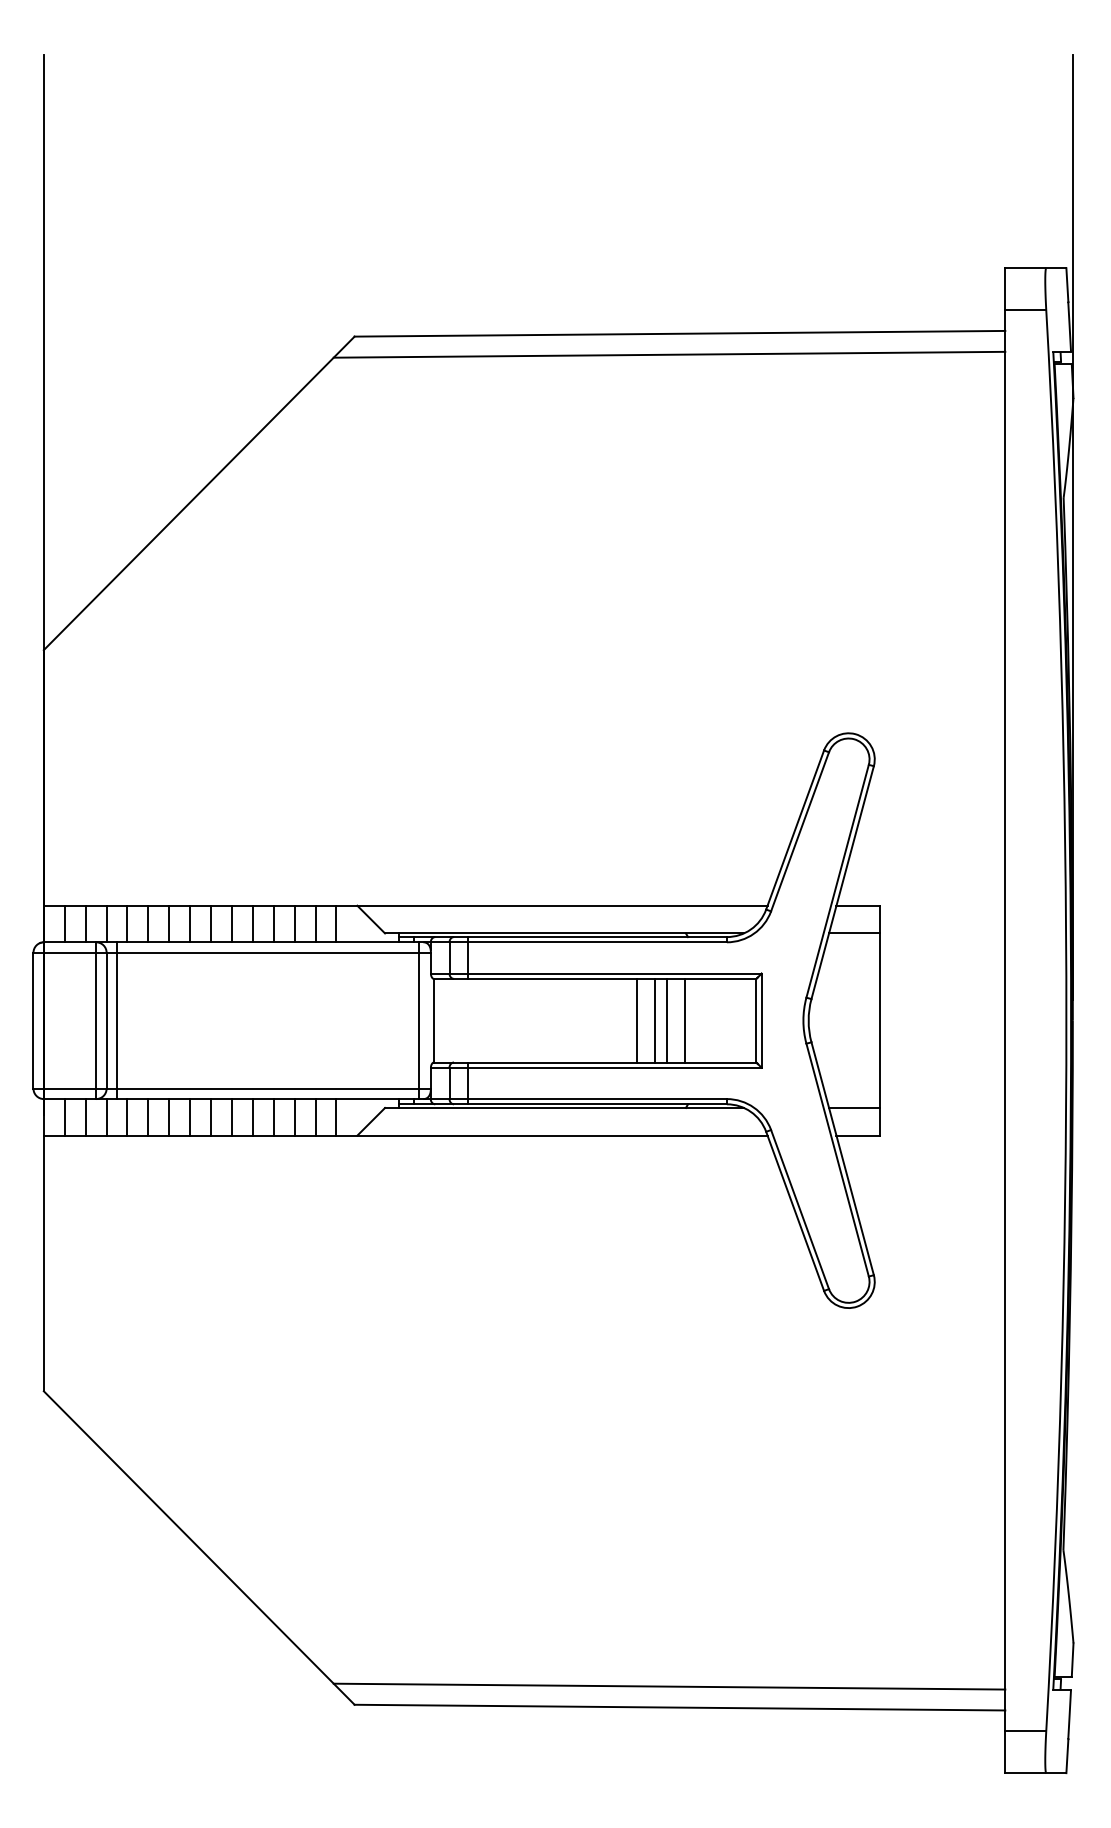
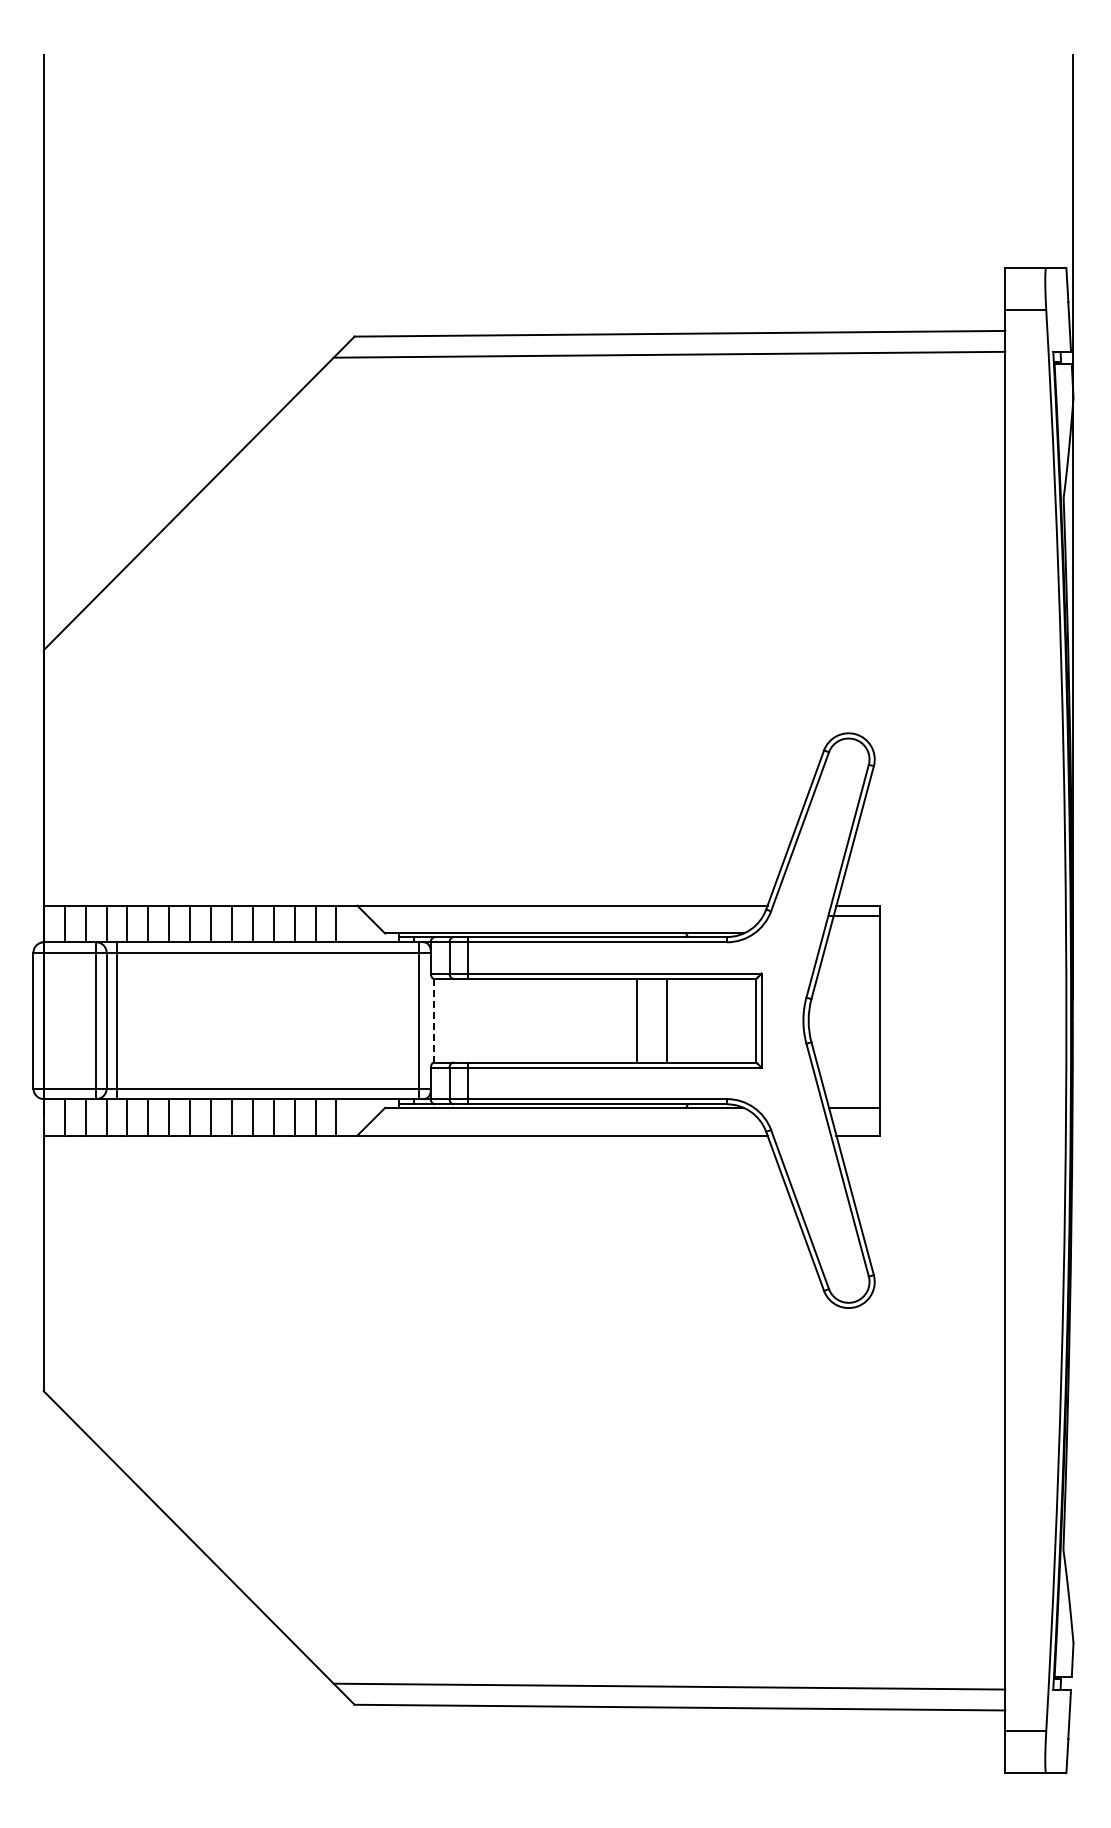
line at (854, 933) position: (854, 933) -> (854, 916)
line at (434, 1020): solid -> dashed
line at (654, 1020): present -> none
line at (685, 1020): present -> none
